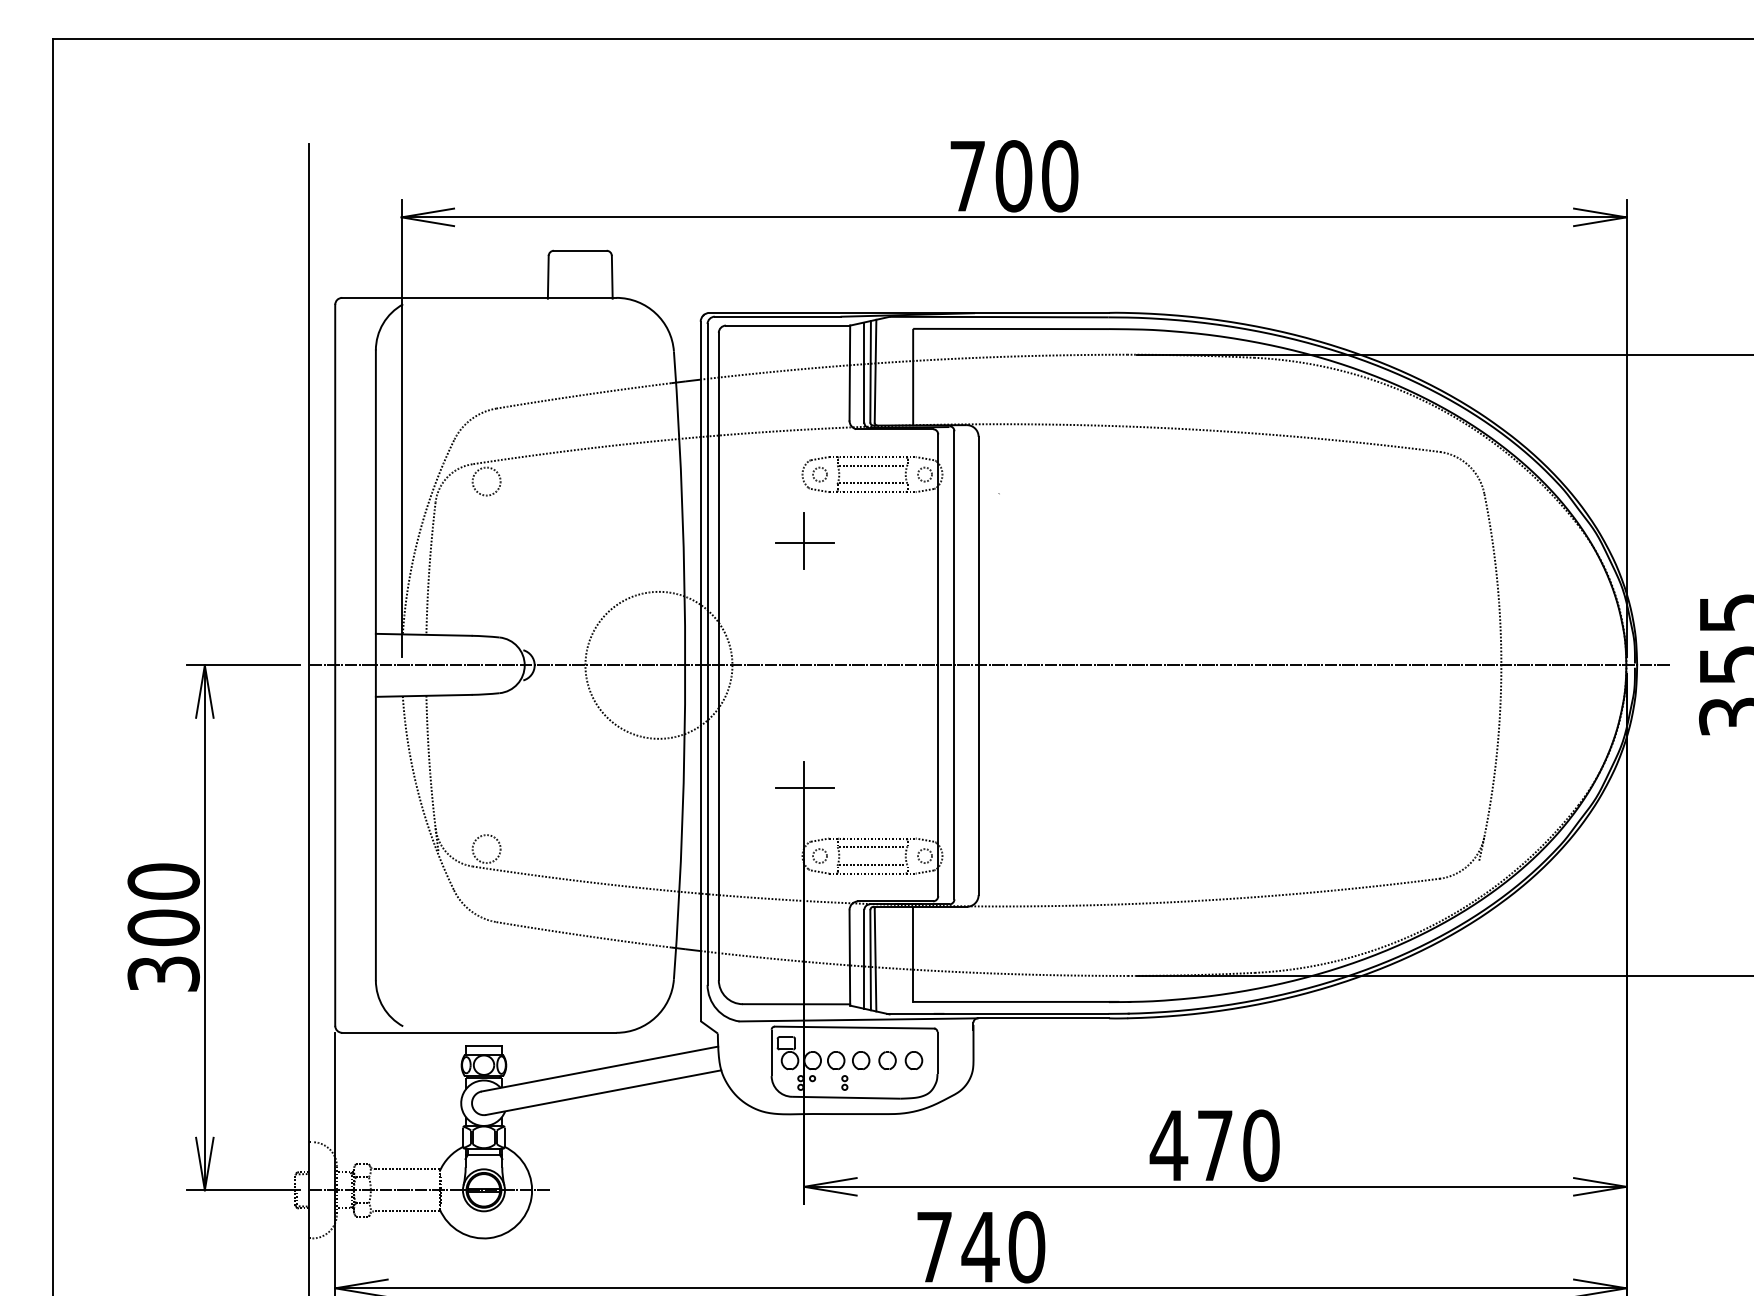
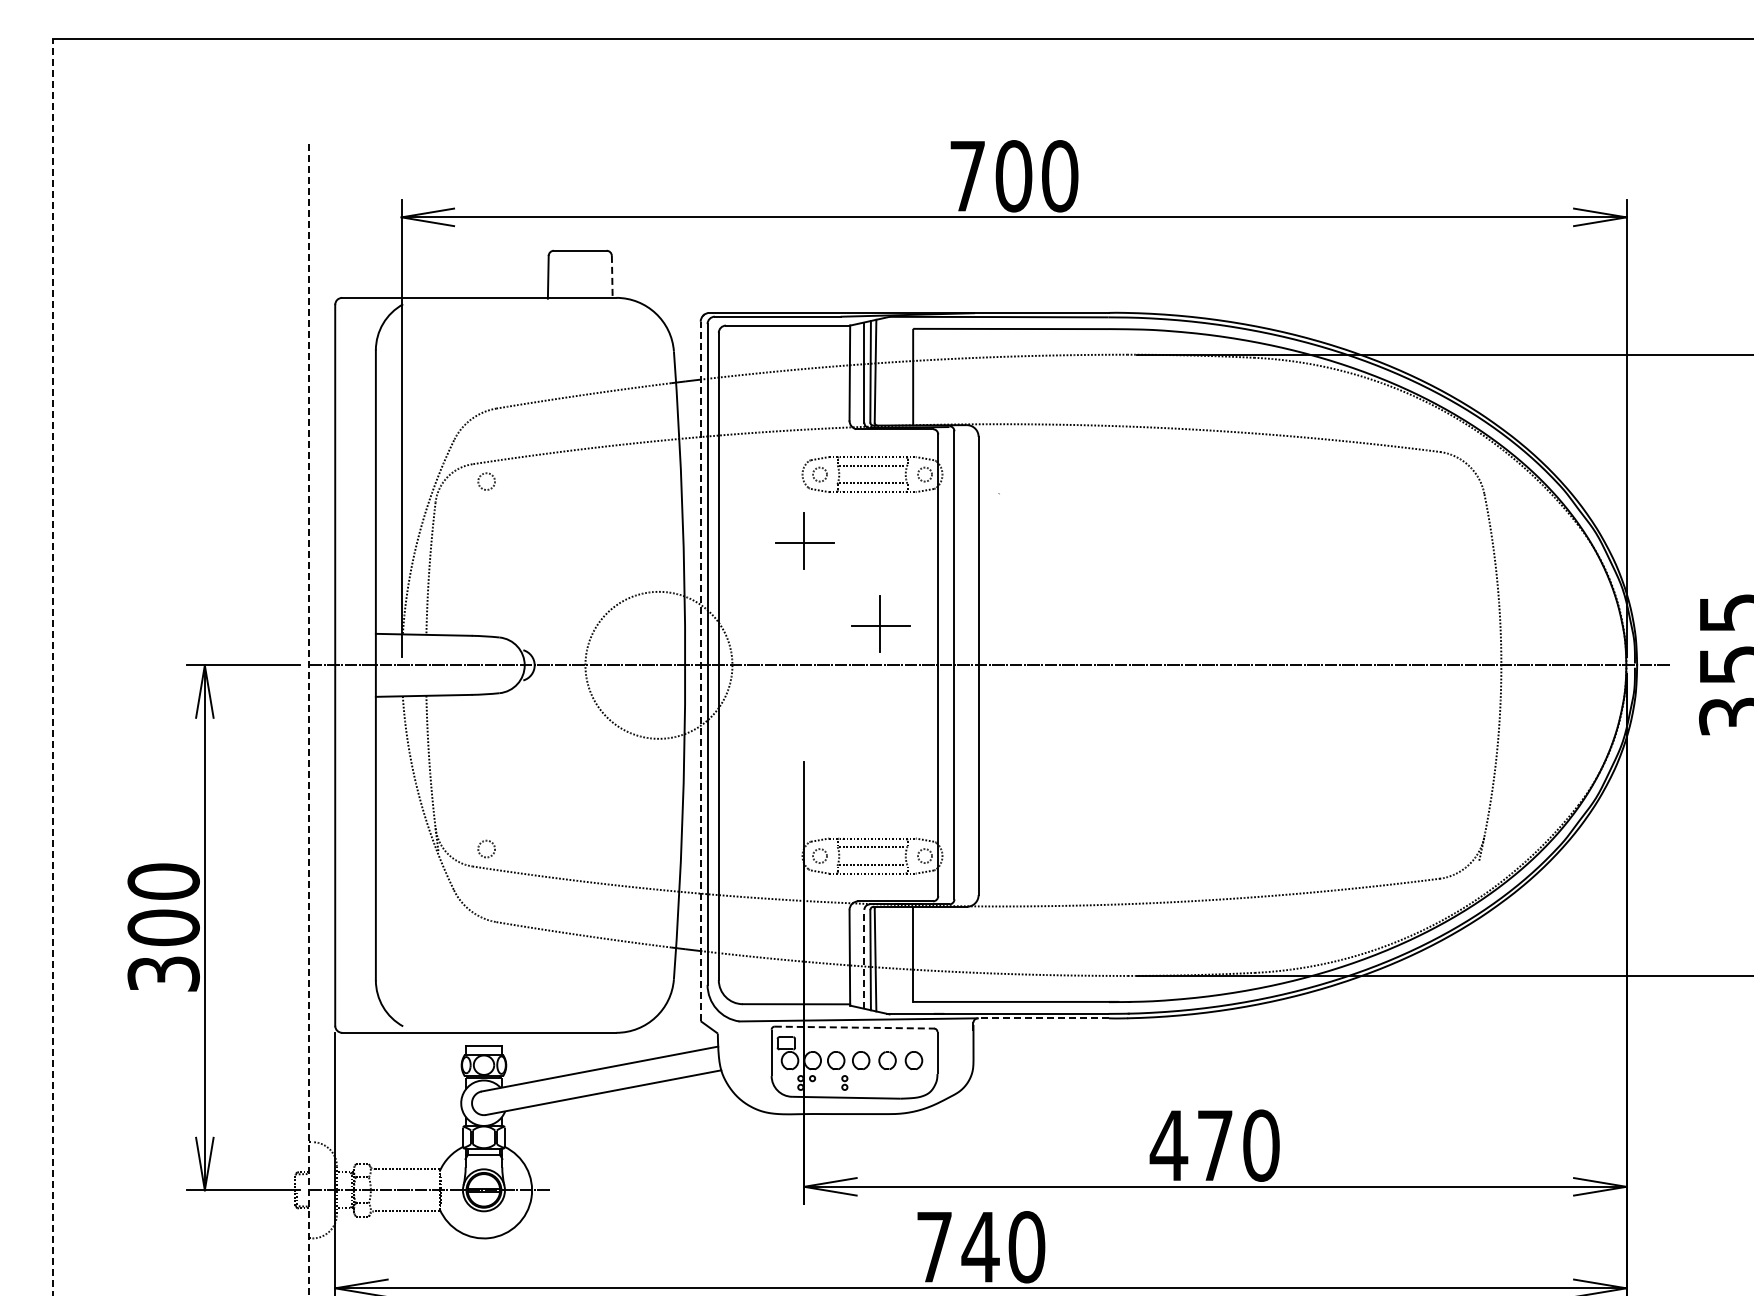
line at (612, 277): solid -> dashed
circle at (486, 481) diameter: 28 px -> 17 px
part at (880, 623): none -> present
line at (52, 666): solid -> dashed
line at (700, 671): solid -> dashed
line at (308, 719): solid -> dashed
line at (804, 787): present -> none
circle at (486, 849) diameter: 28 px -> 17 px
line at (864, 958): solid -> dashed
line at (1043, 1018): solid -> dashed
line at (854, 1027): solid -> dashed
